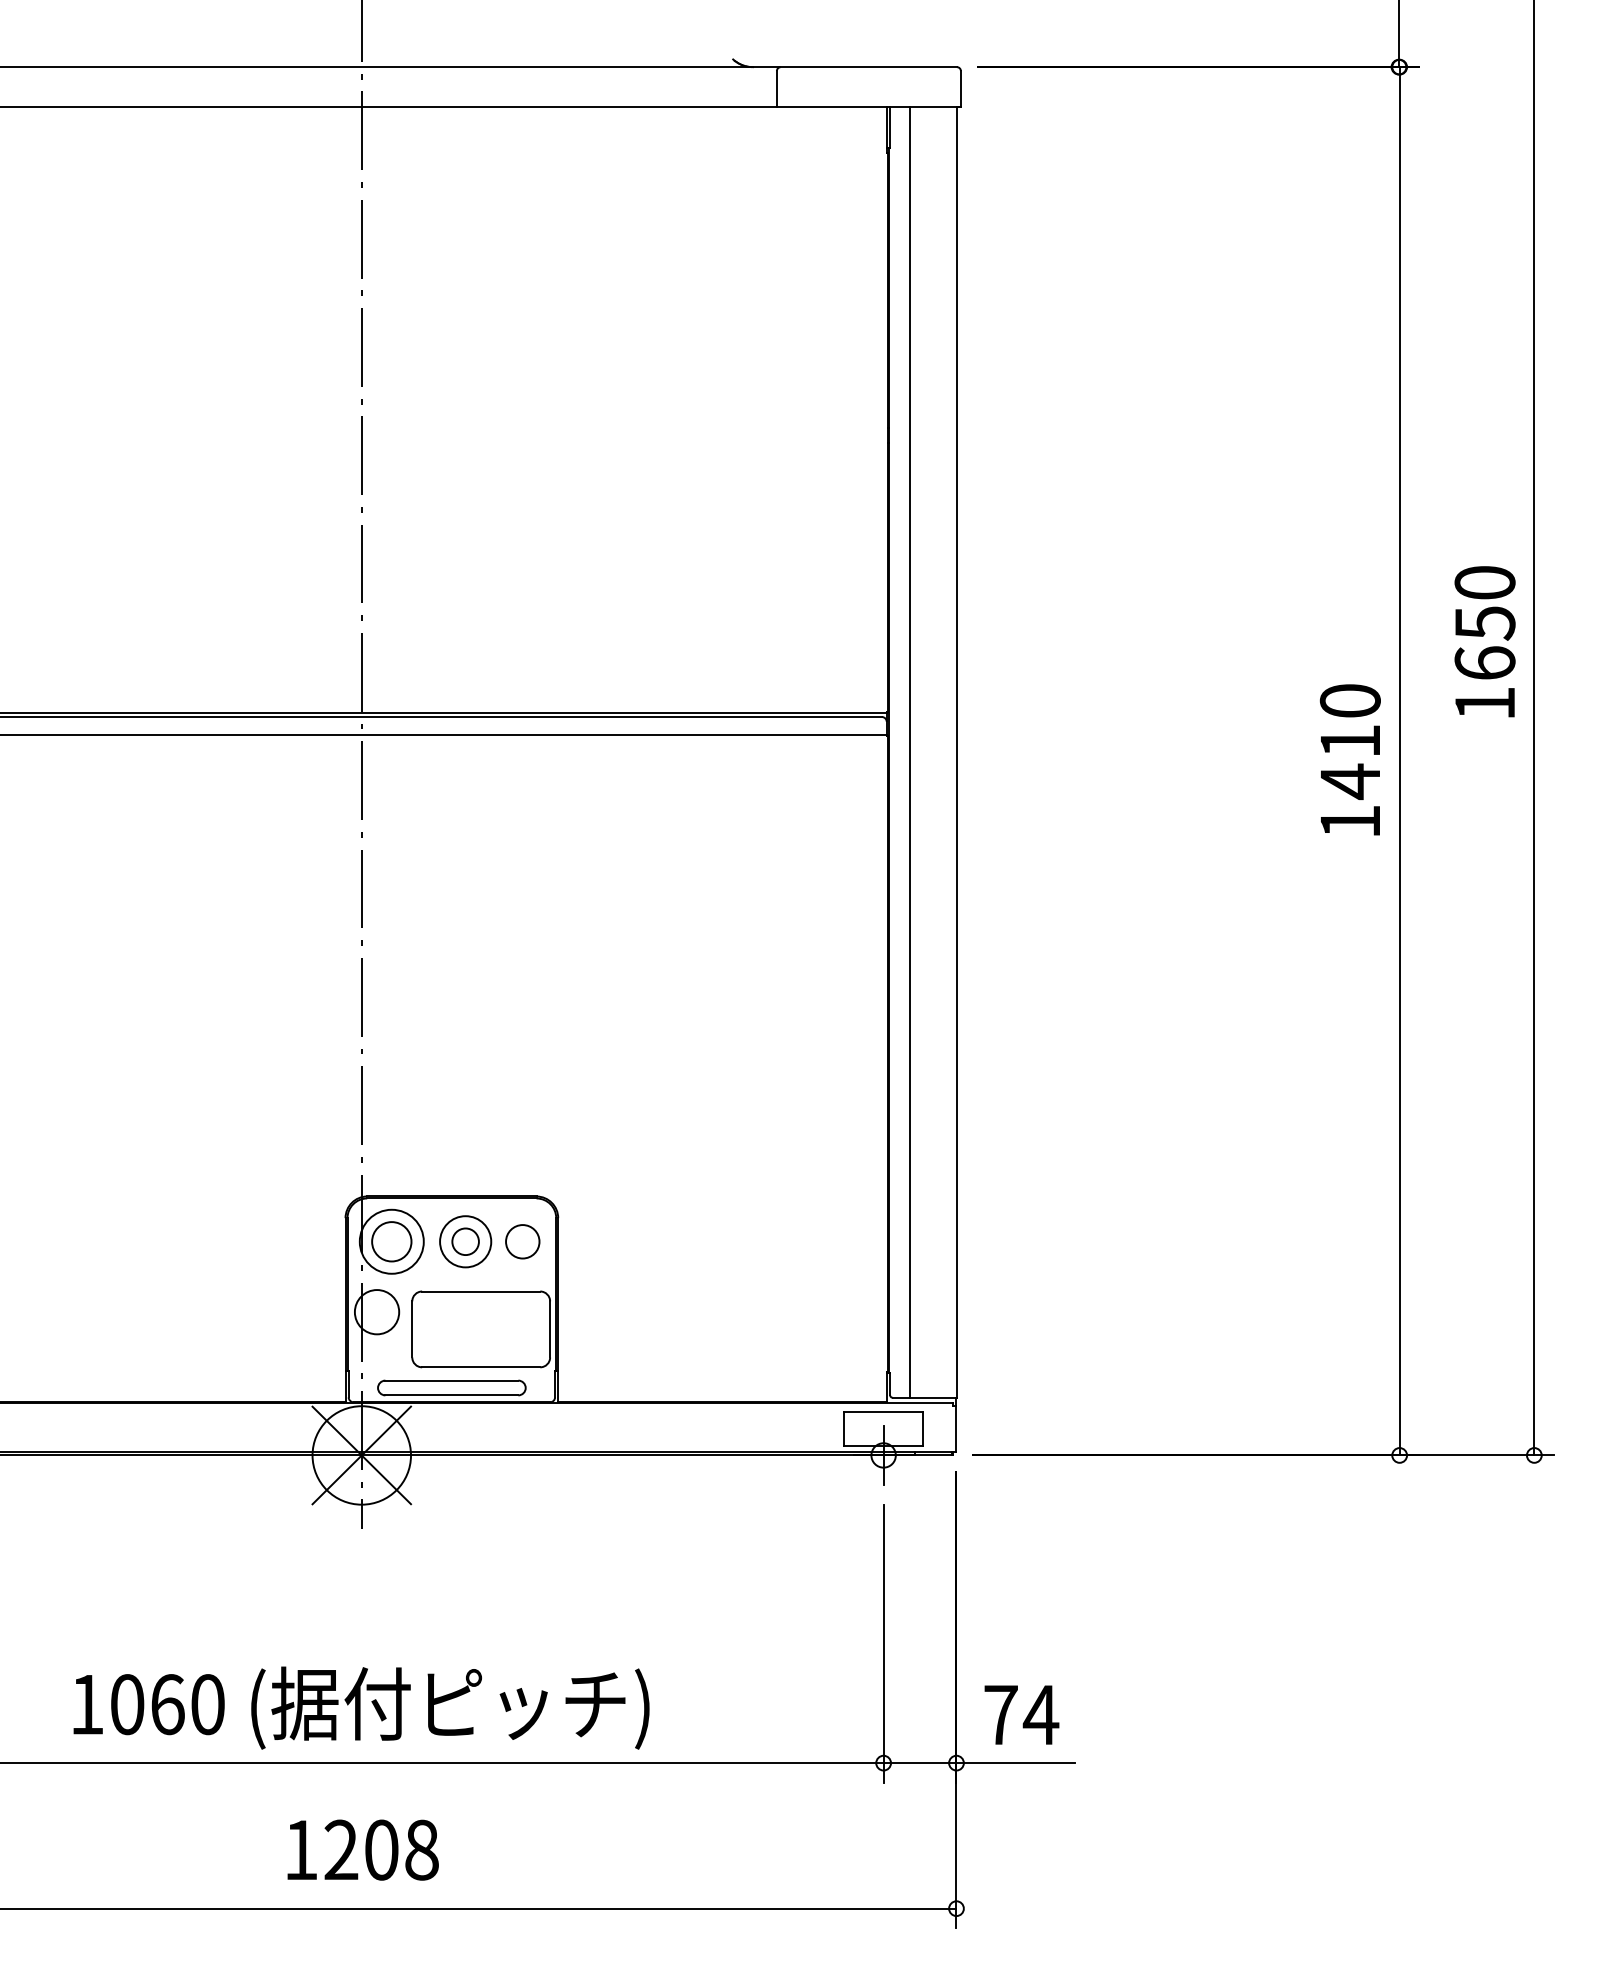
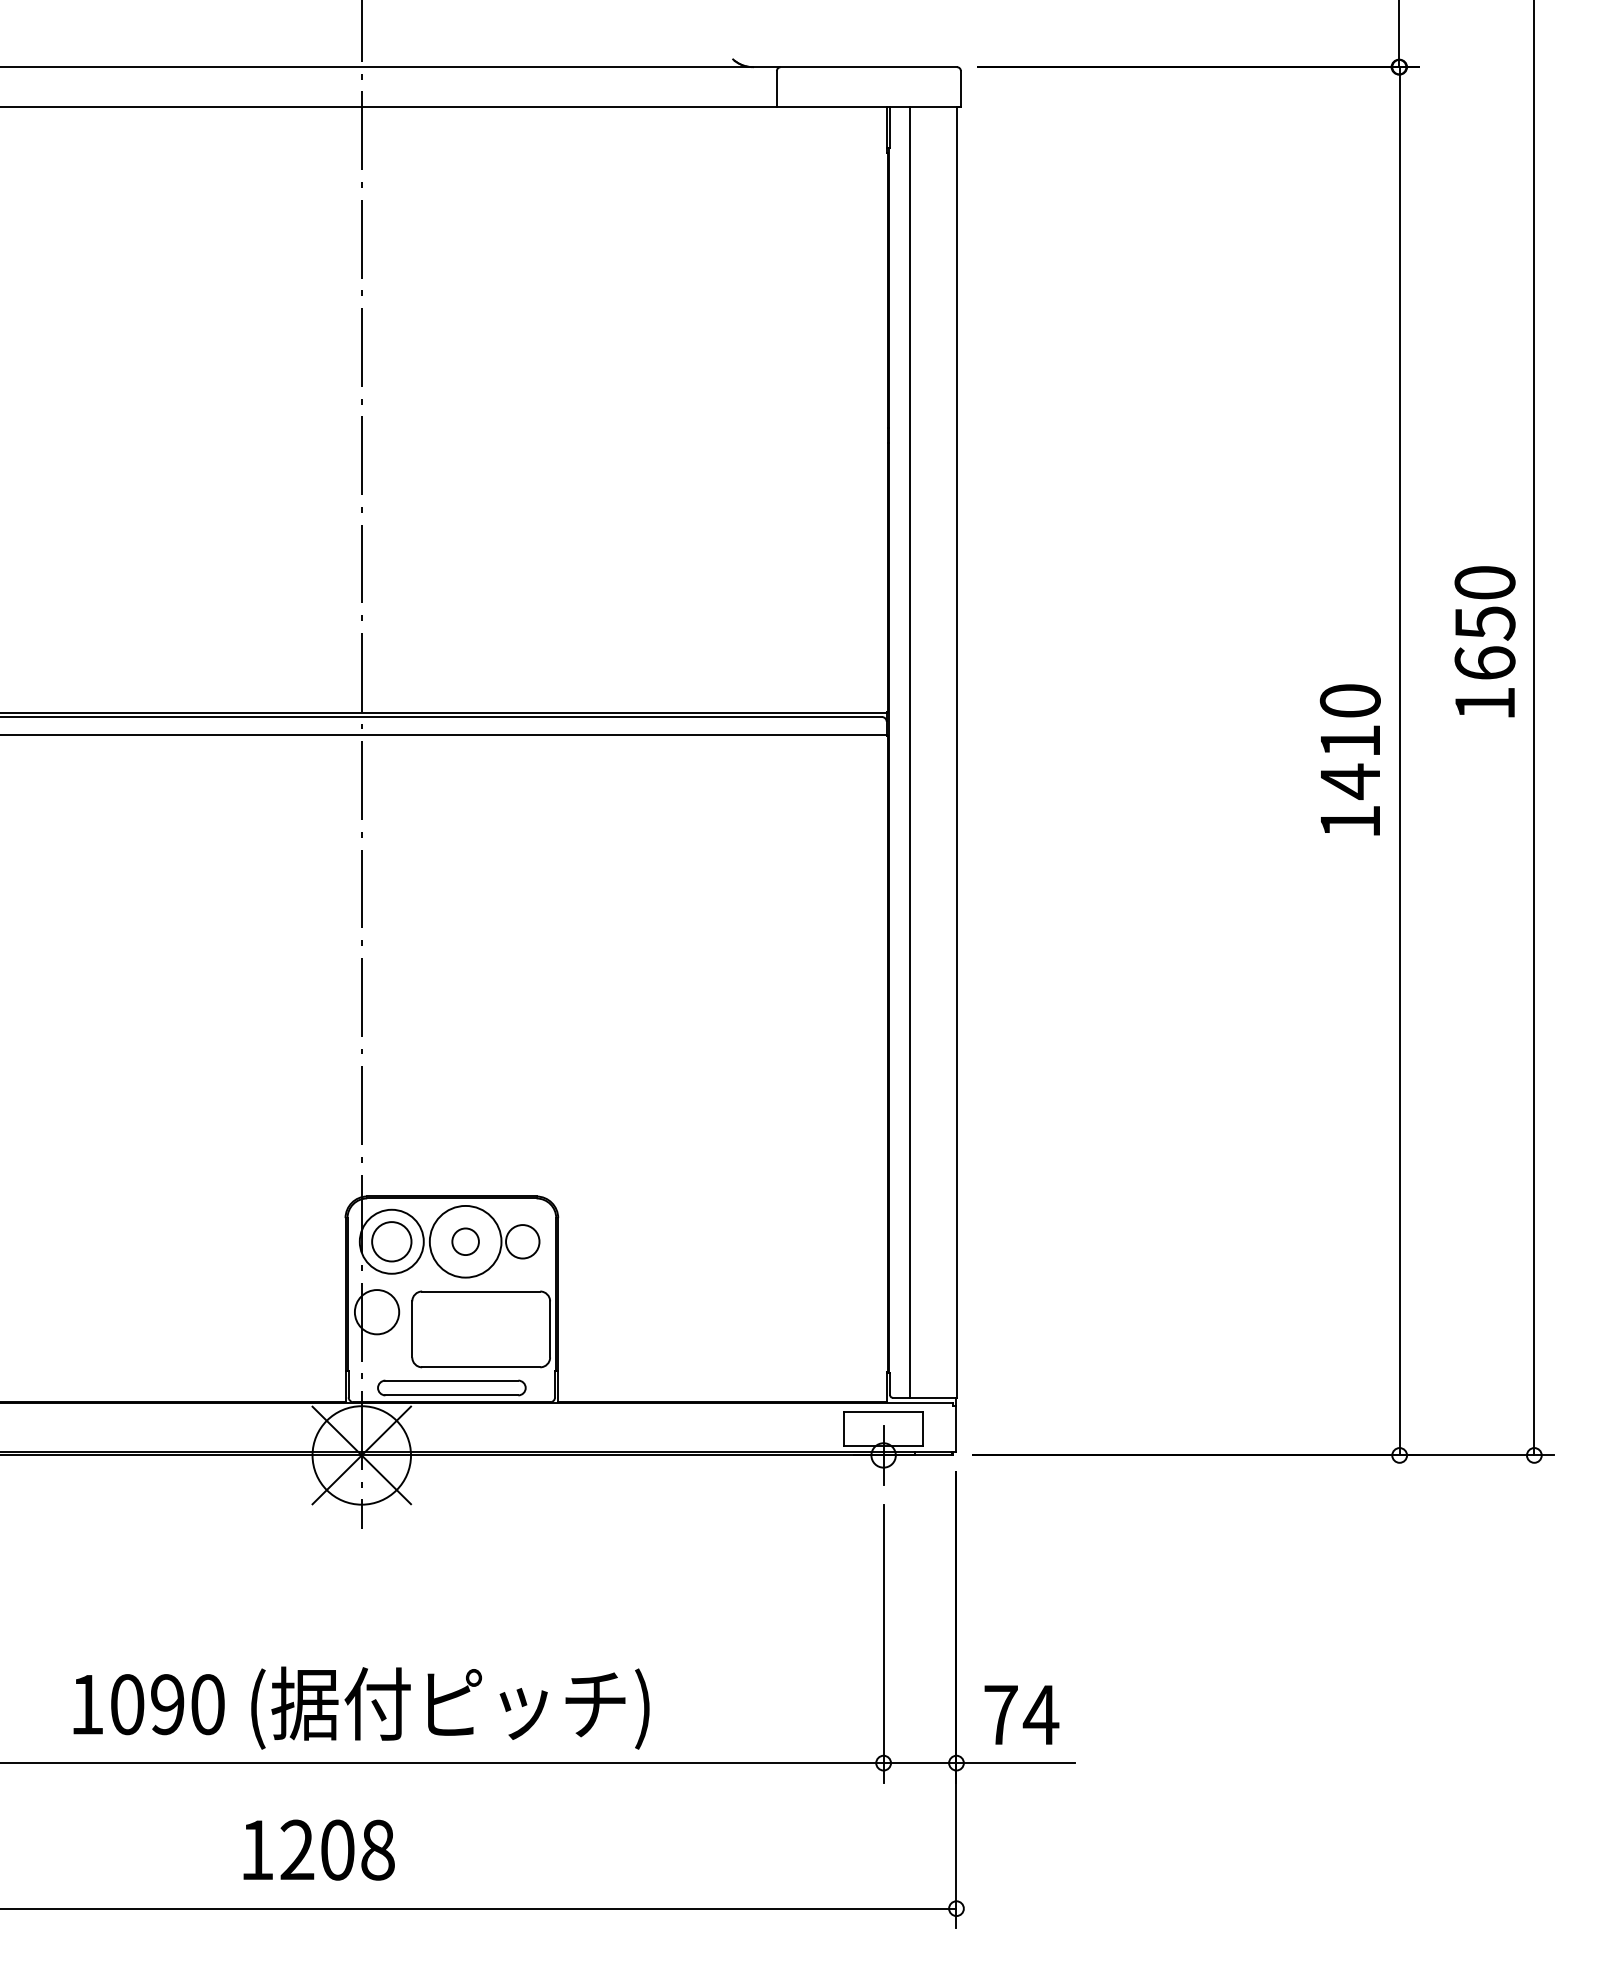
circle at (465, 1241) diameter: 51 px -> 72 px
text at (167, 1704): 1060 -> 1090
text at (362, 1849) position: (362, 1849) -> (318, 1849)
